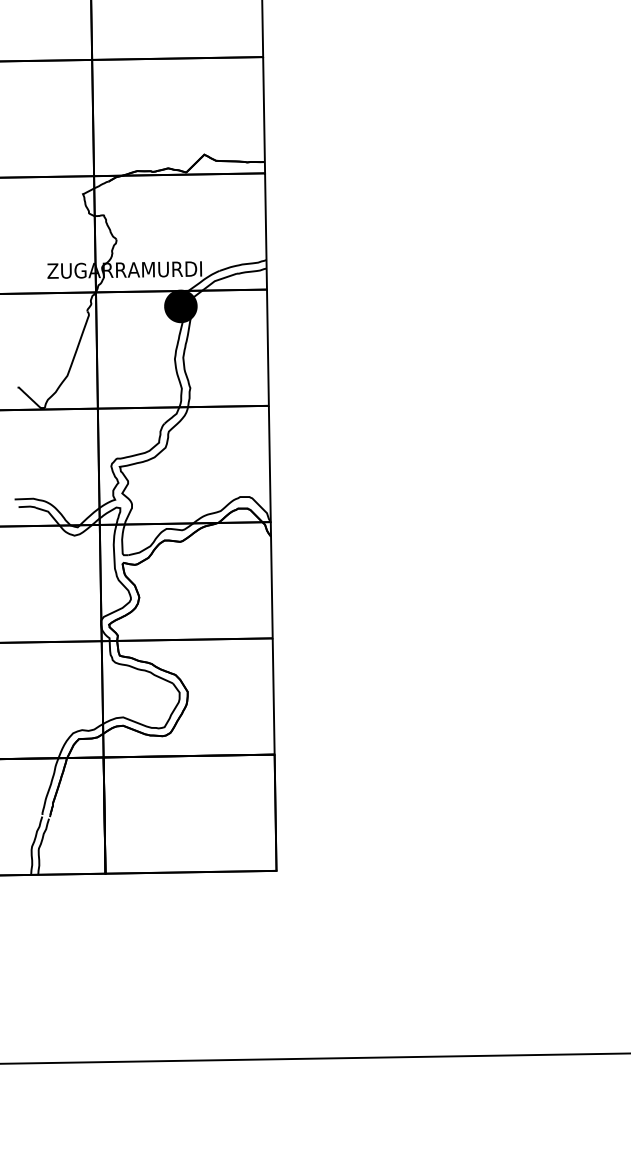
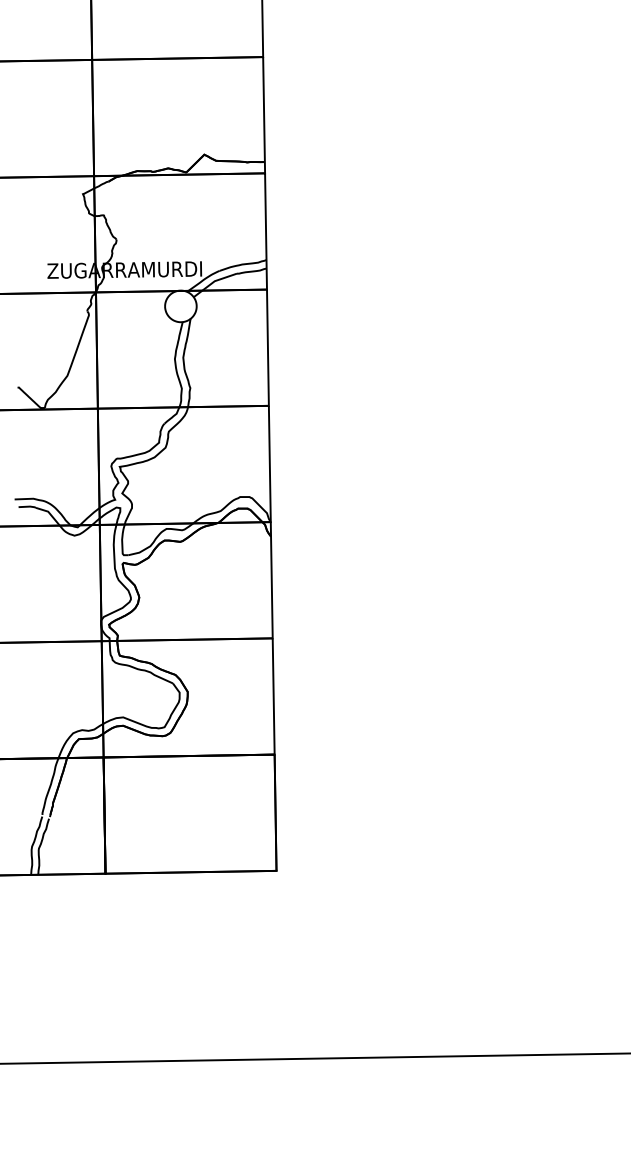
fill at (180, 306): present -> none
fill at (180, 306): present -> none
